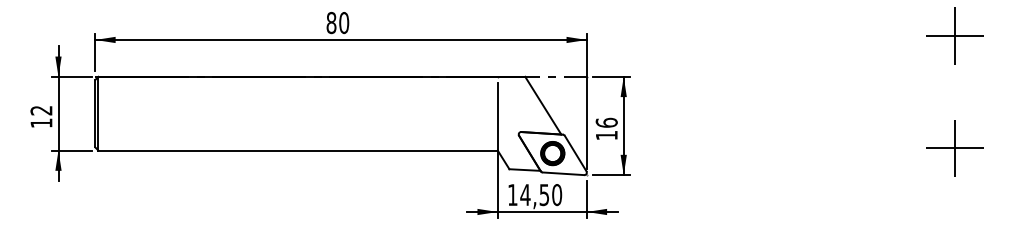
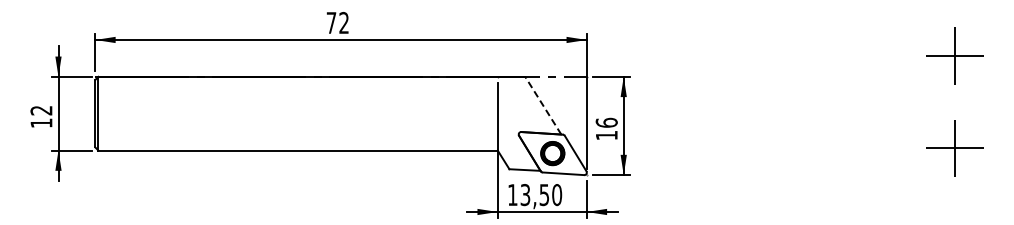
text at (337, 22): 80 -> 72
part at (954, 35) position: (954, 35) -> (954, 55)
line at (543, 105): solid -> dashed
text at (525, 195): 14,50 -> 13,50
